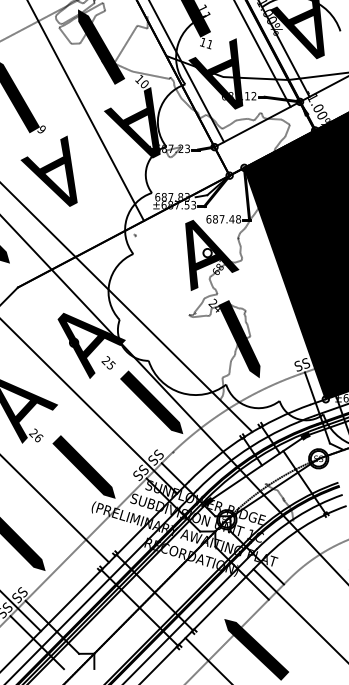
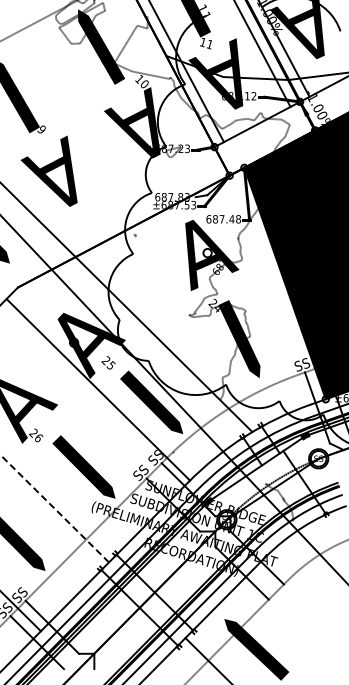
line at (86, 111): present -> none
line at (89, 406) position: (89, 406) -> (98, 389)
line at (54, 508): solid -> dashed
line at (299, 614): present -> none
